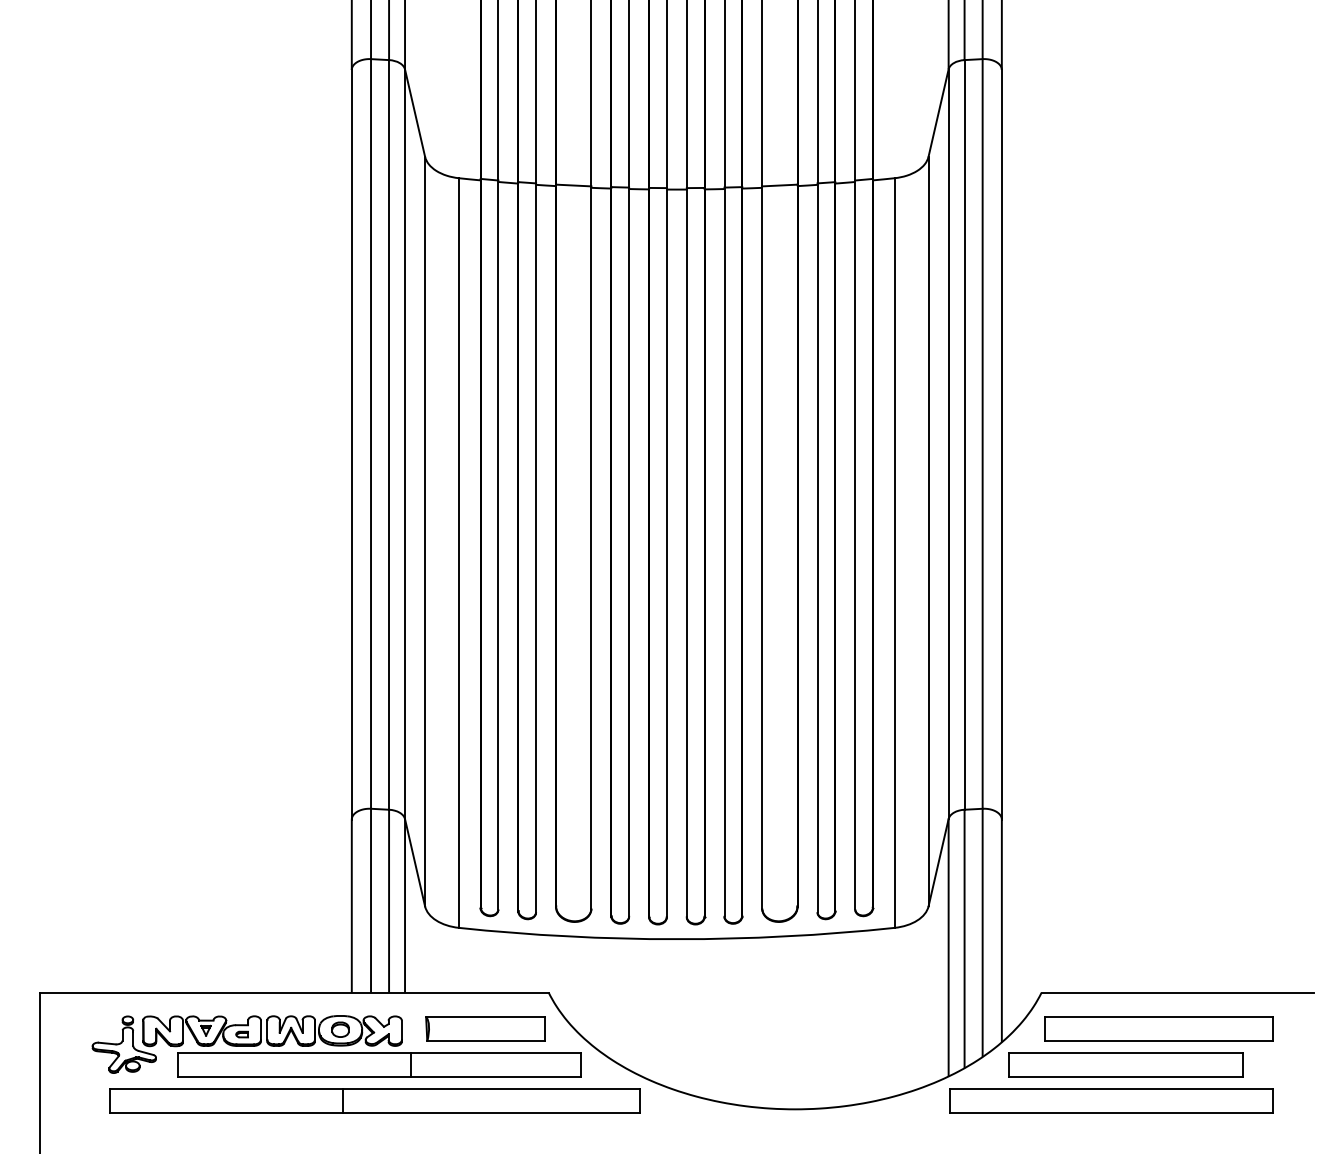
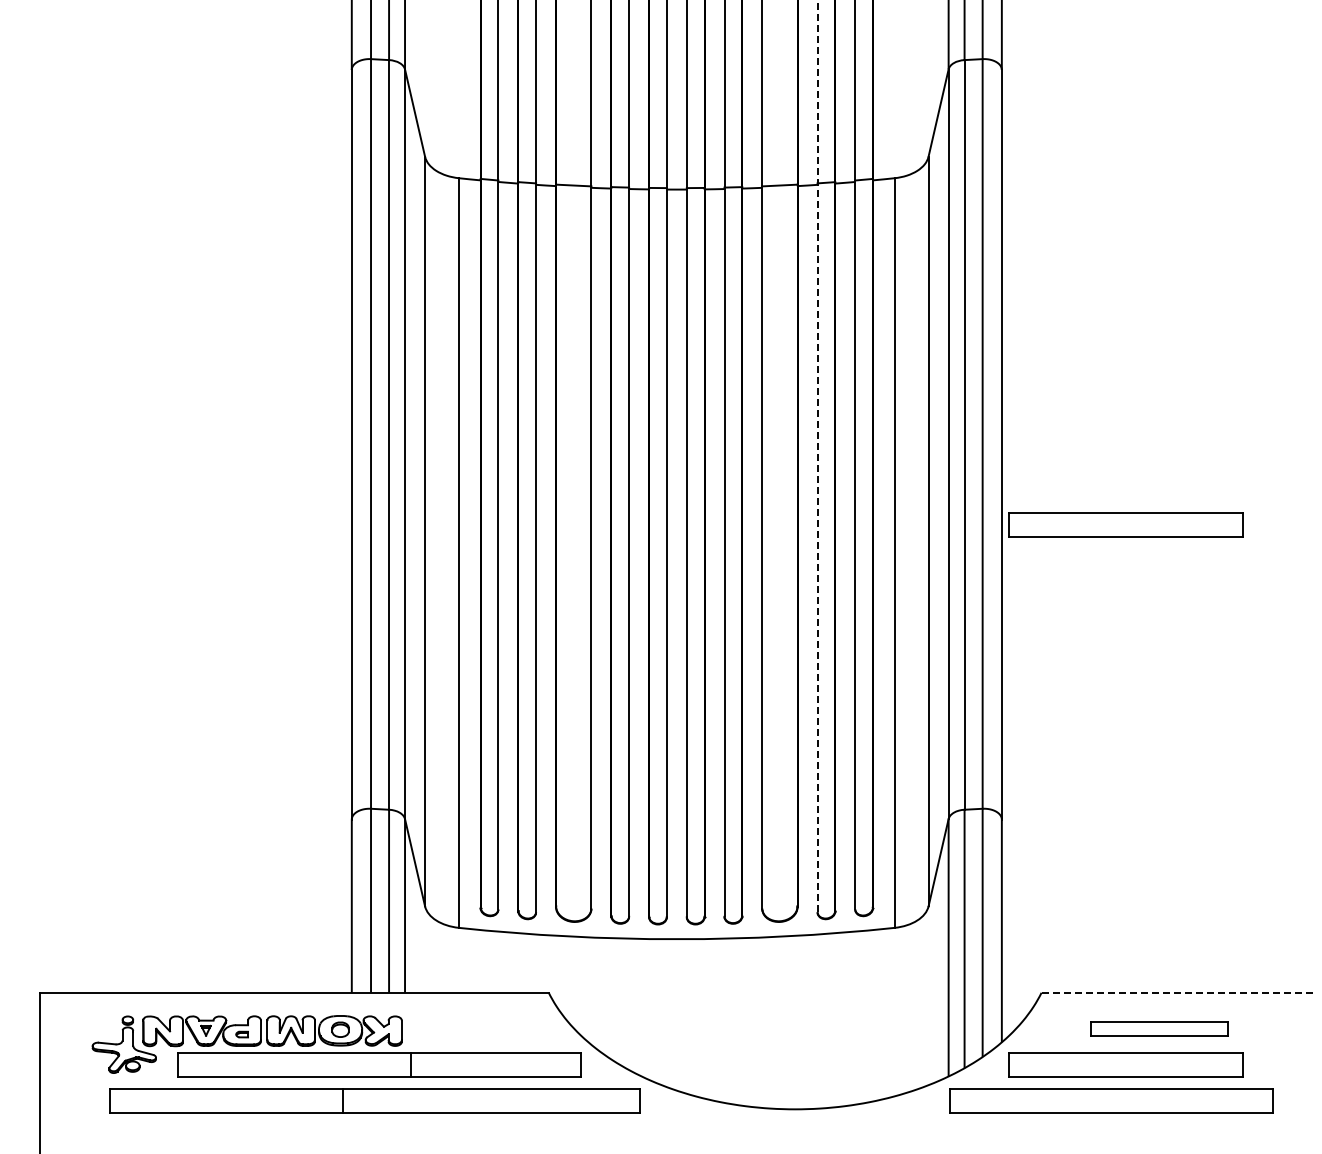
line at (817, 456): solid -> dashed
part at (1125, 524): none -> present
line at (1178, 992): solid -> dashed
part at (485, 1028): present -> none
part at (1158, 1028) size: 230x26 px -> 139x16 px
